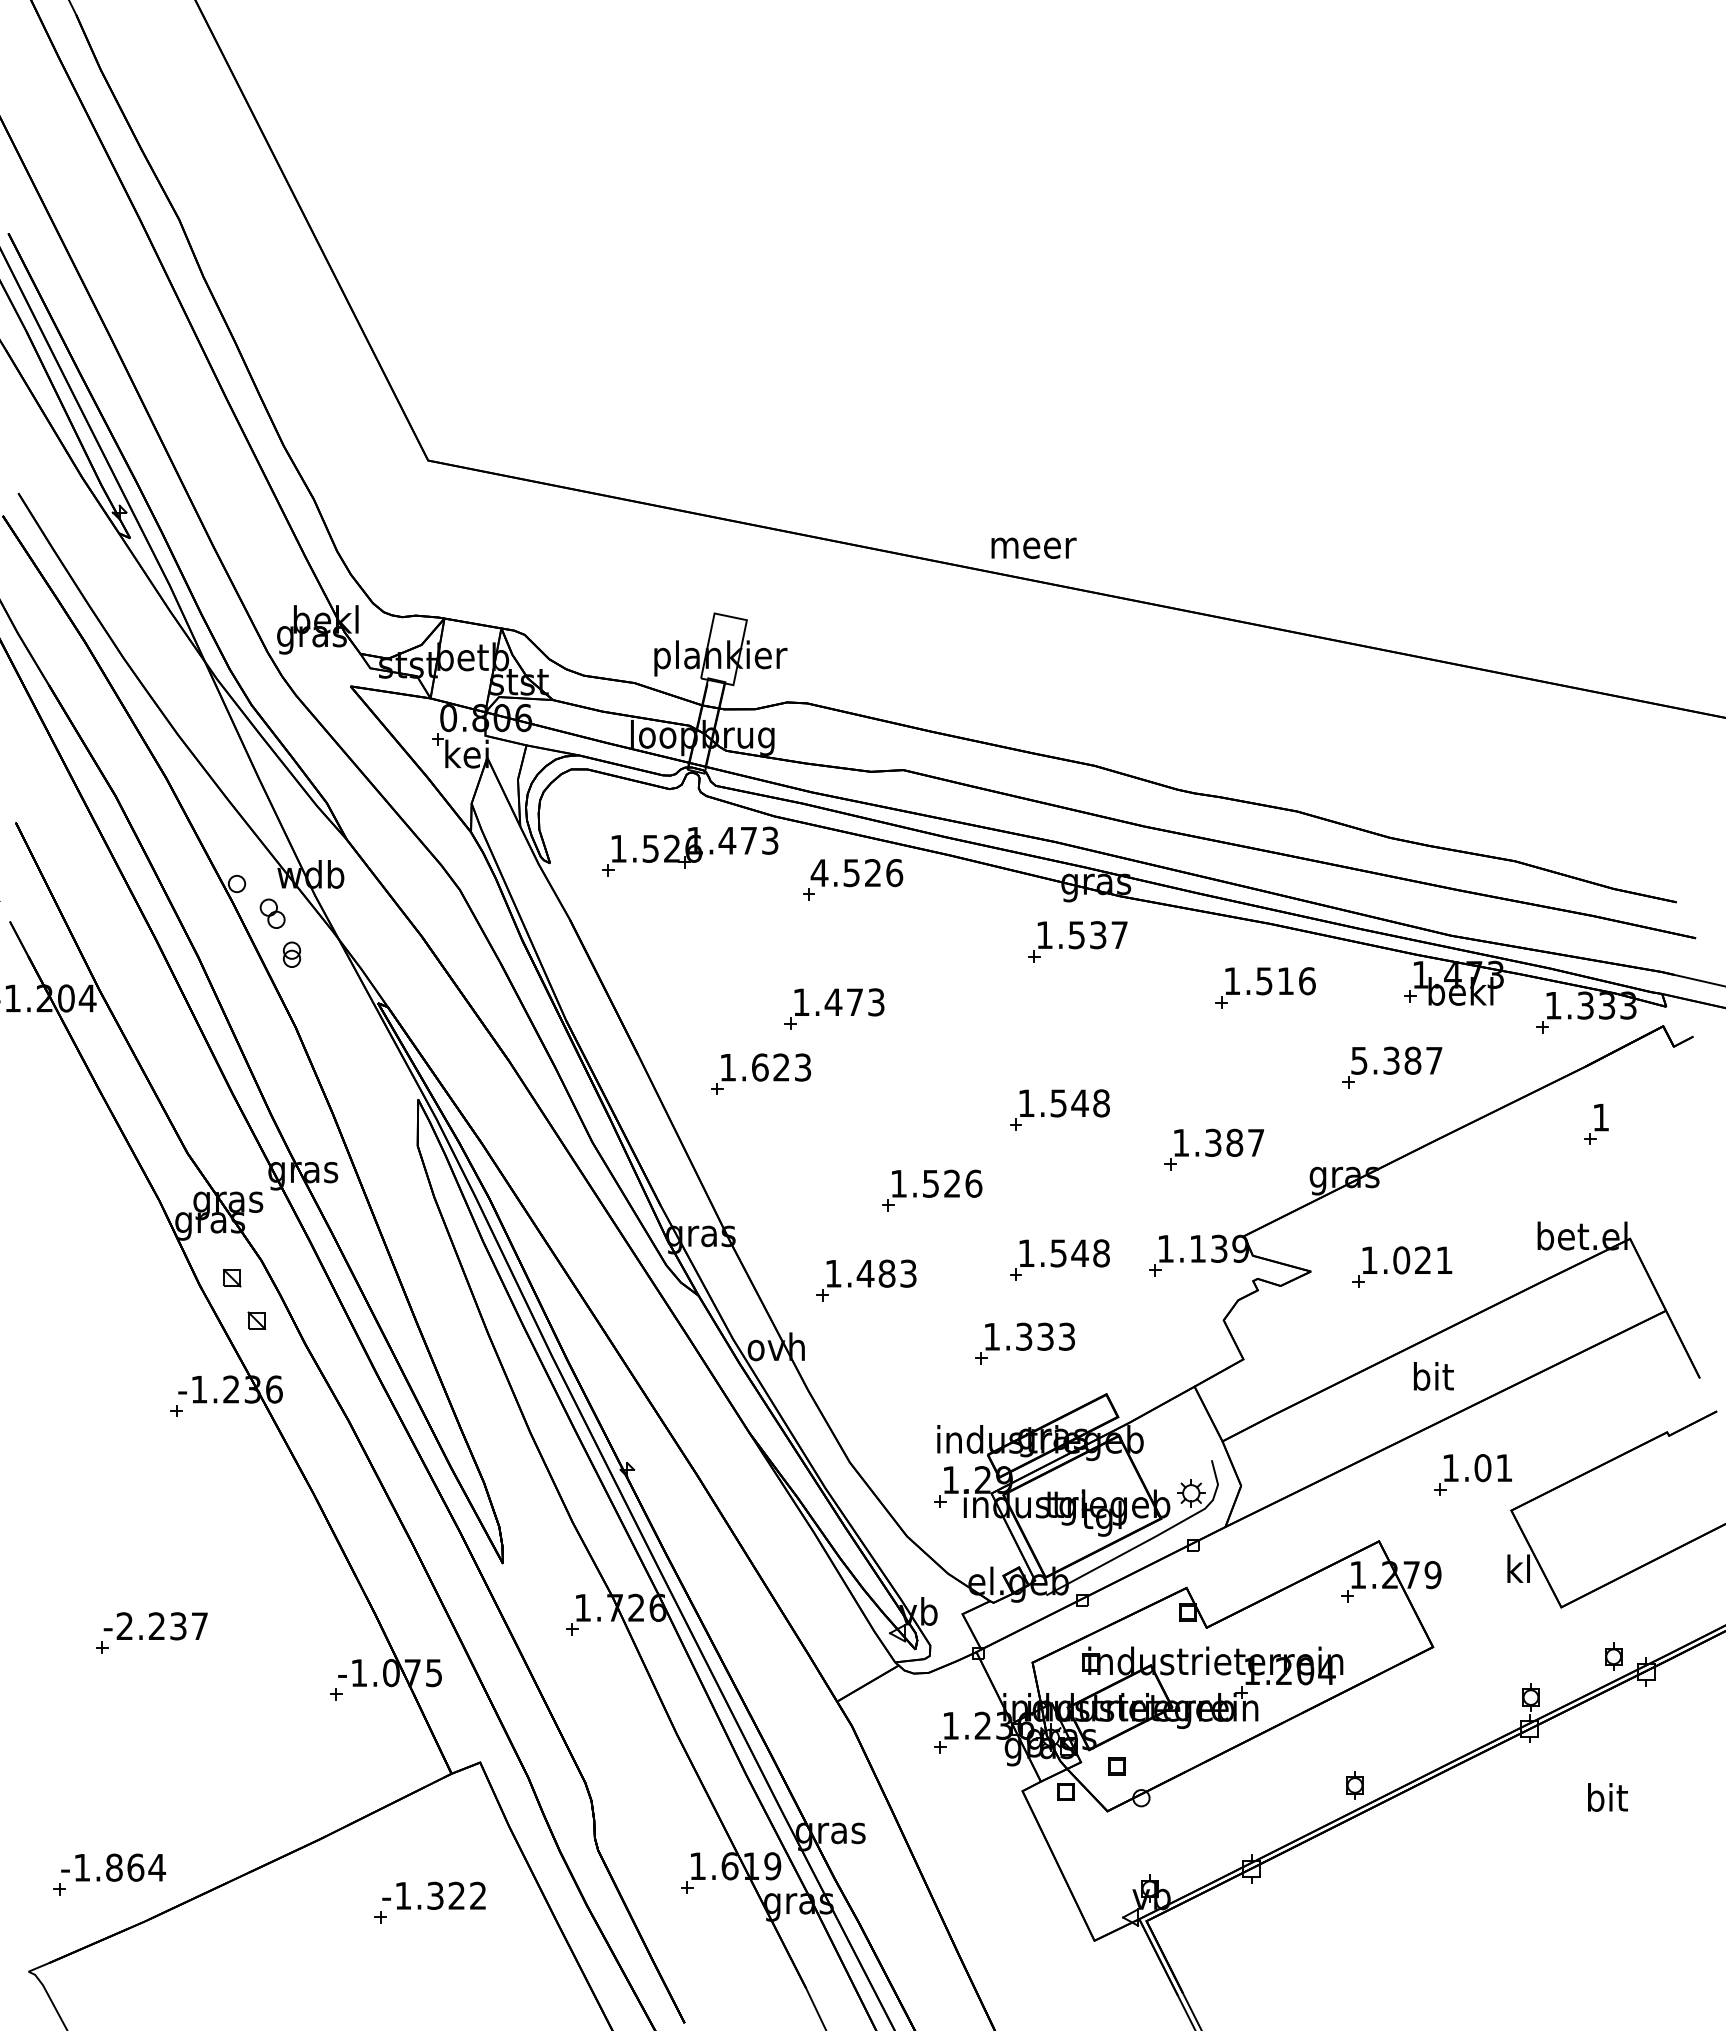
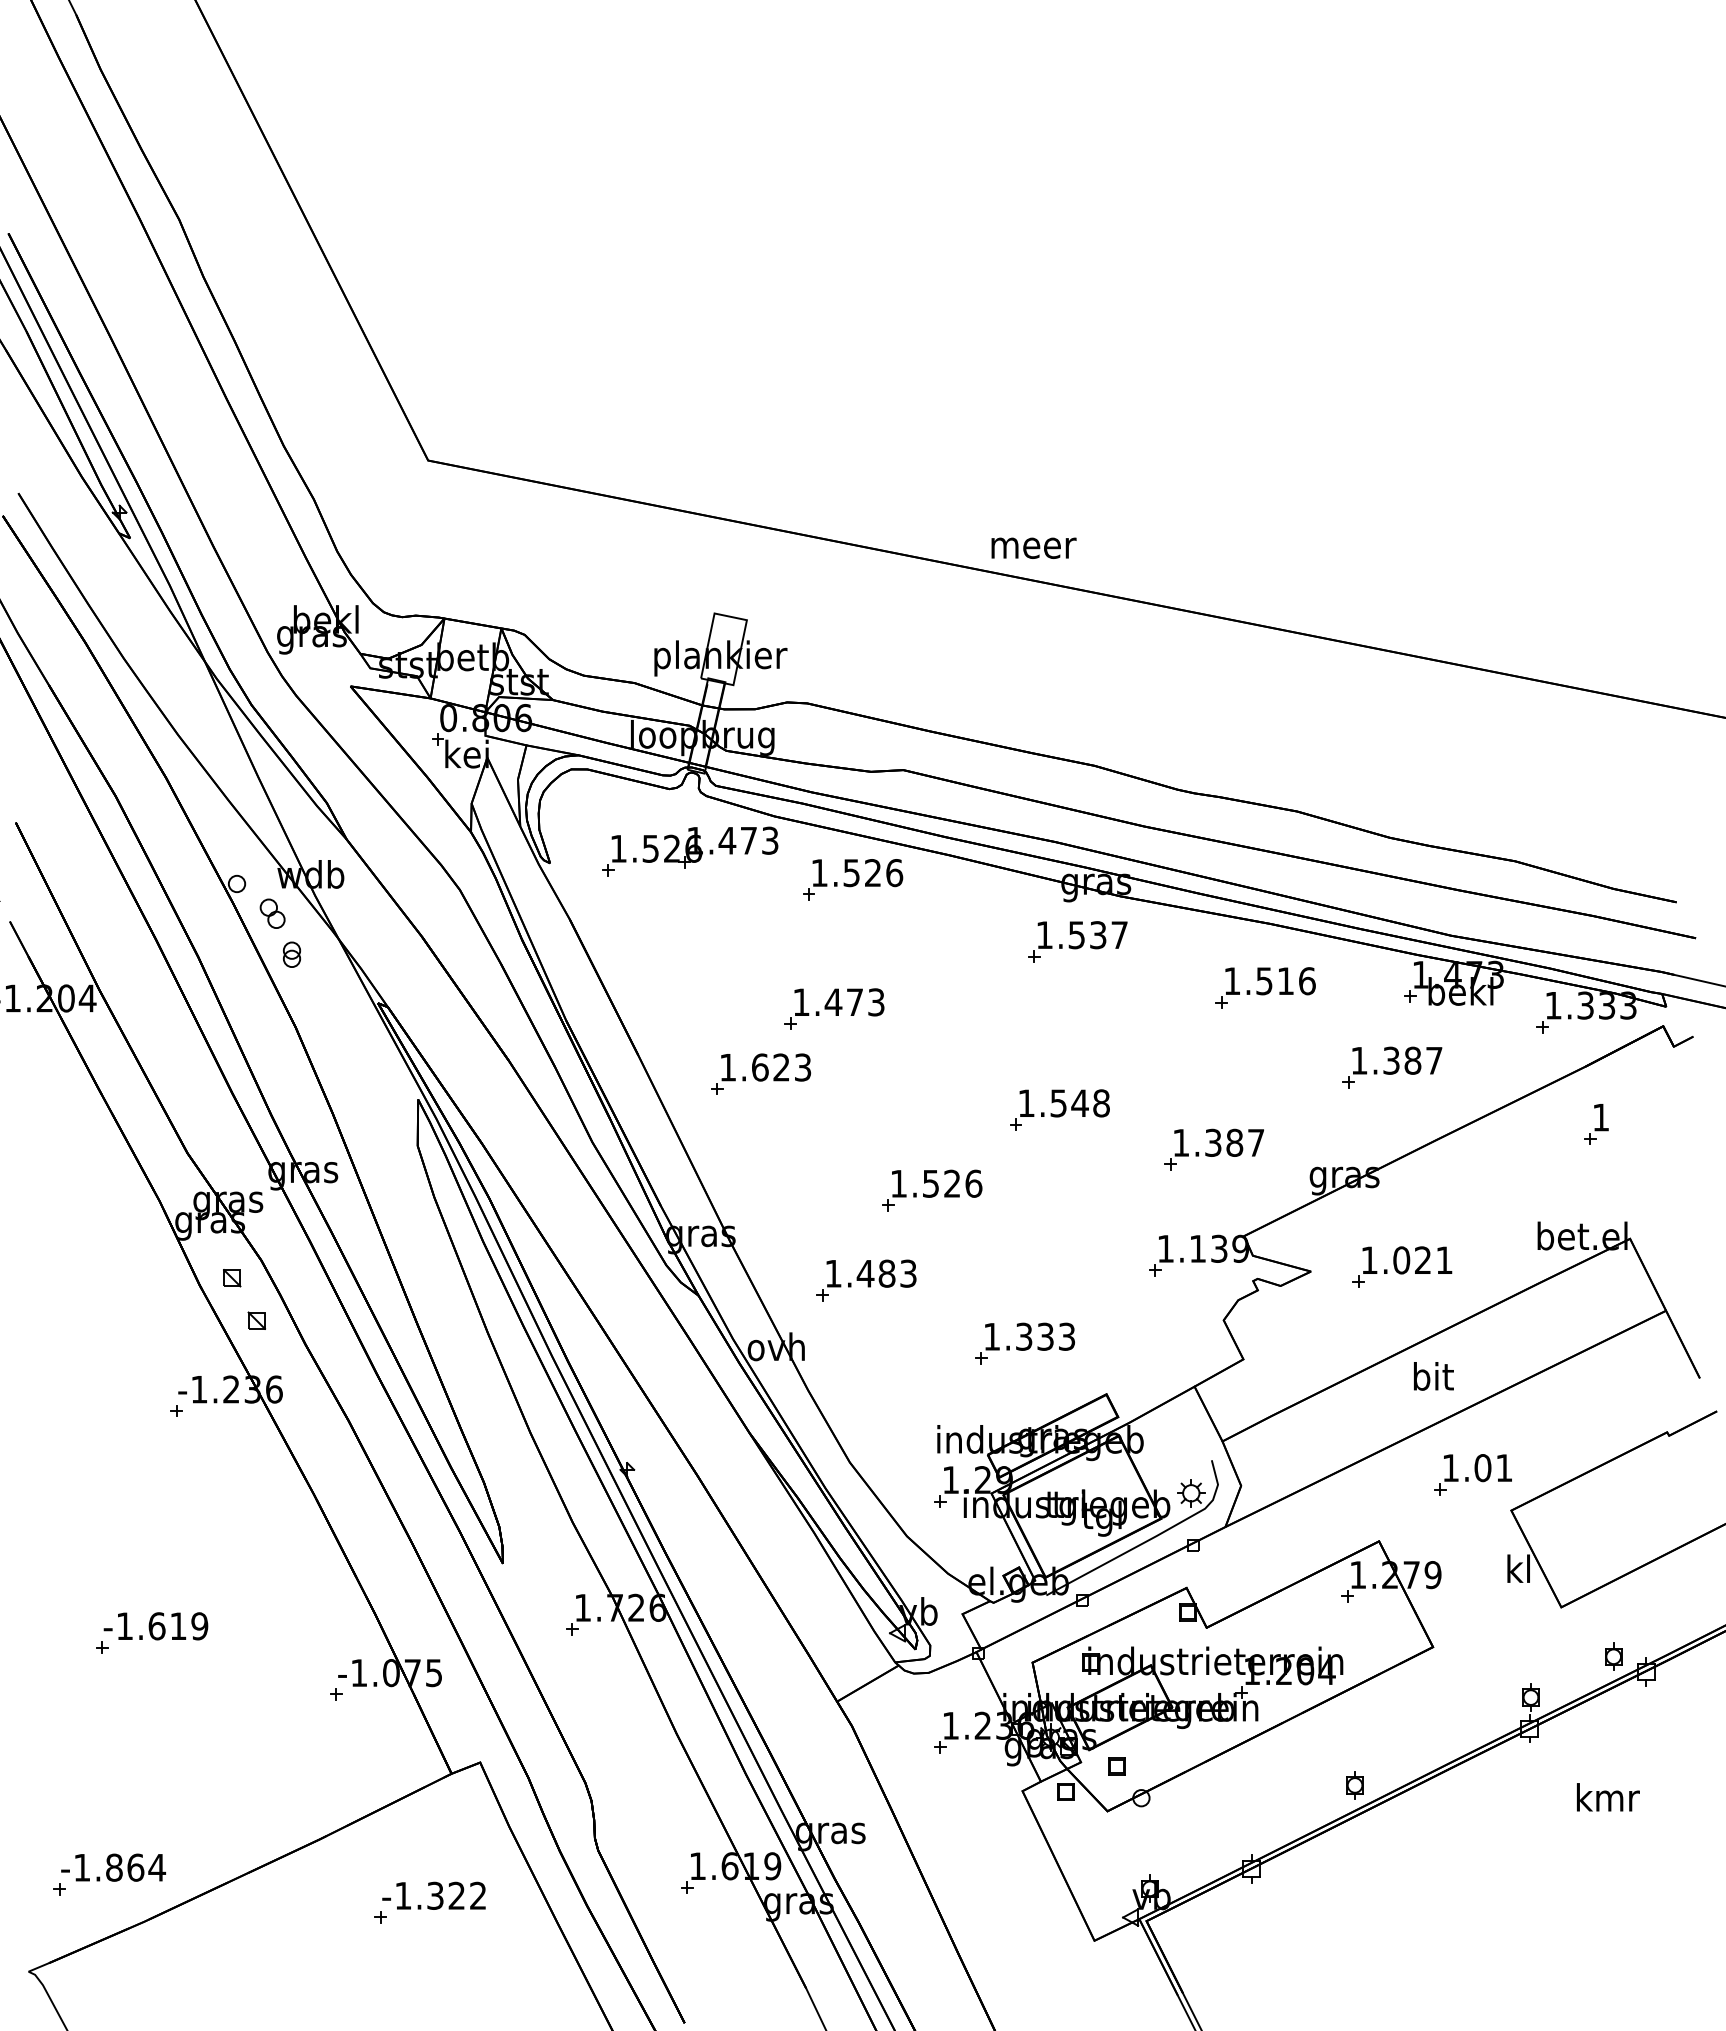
text at (819, 872): 4.526 -> 1.526
text at (1359, 1060): 5.387 -> 1.387
part at (1059, 1259): present -> none
text at (162, 1626): -2.237 -> -1.619
text at (1607, 1797): bit -> kmr
